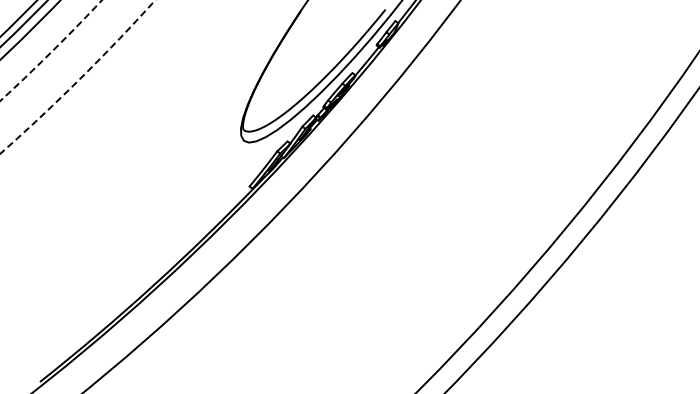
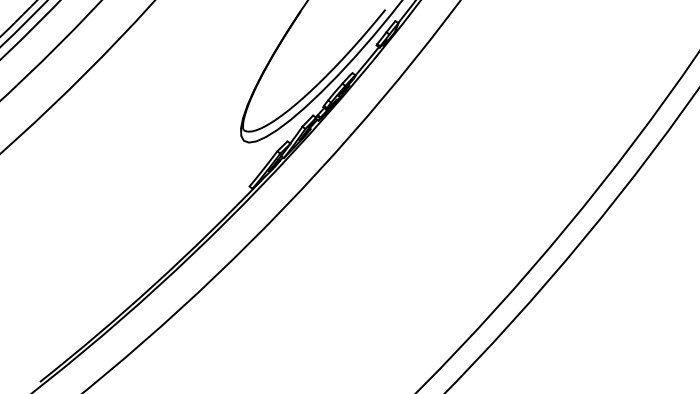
circle at (51, 50): dashed -> solid
circle at (77, 76): dashed -> solid
